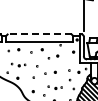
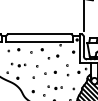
line at (39, 34): dashed -> solid
part at (69, 75) position: (69, 75) -> (67, 70)
